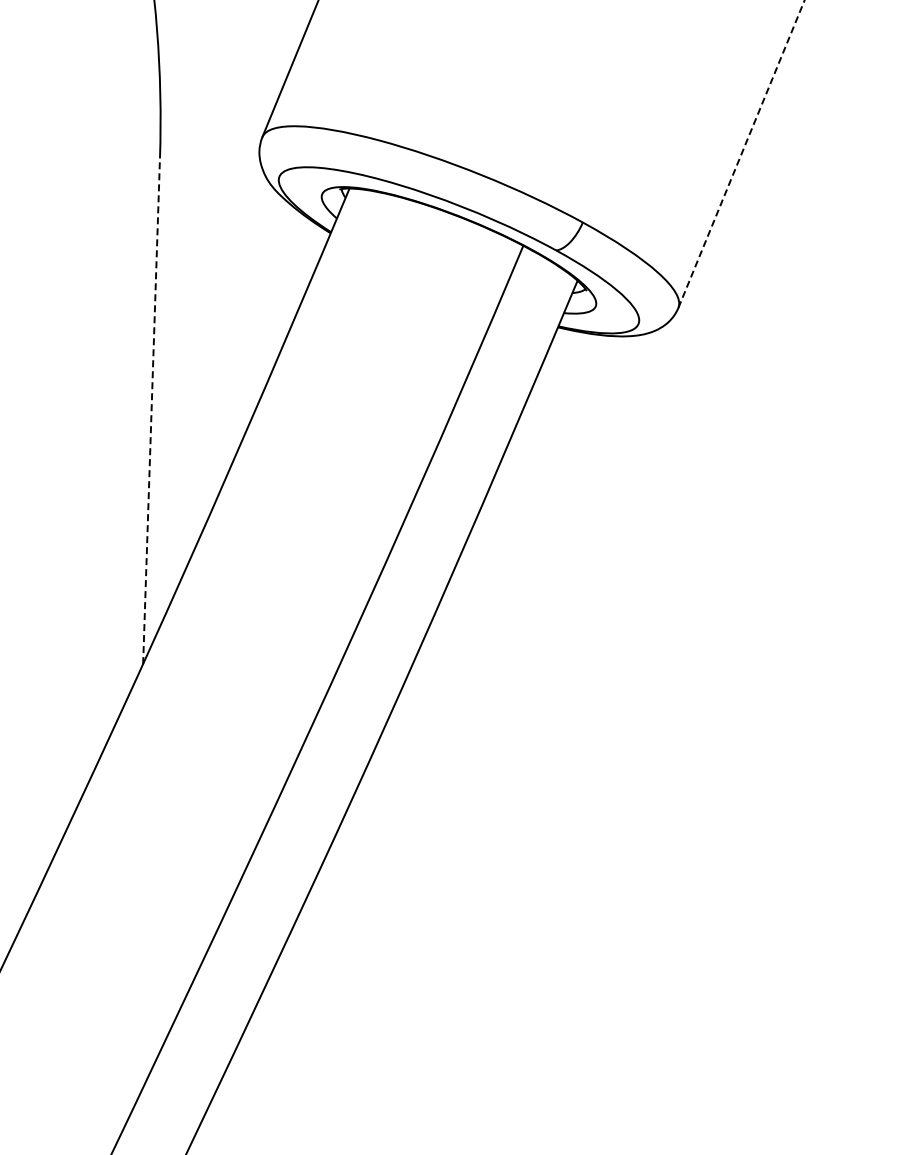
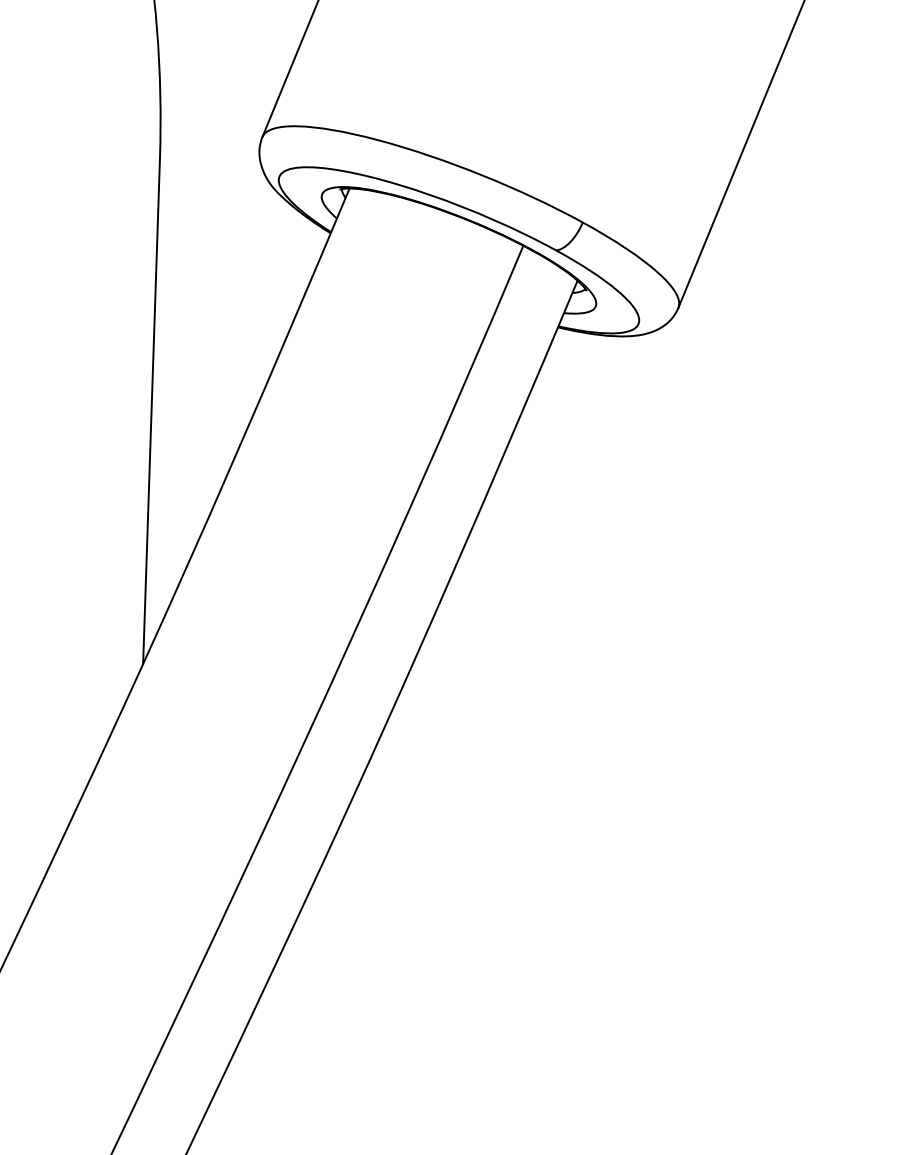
line at (741, 154): dashed -> solid
line at (151, 411): dashed -> solid
